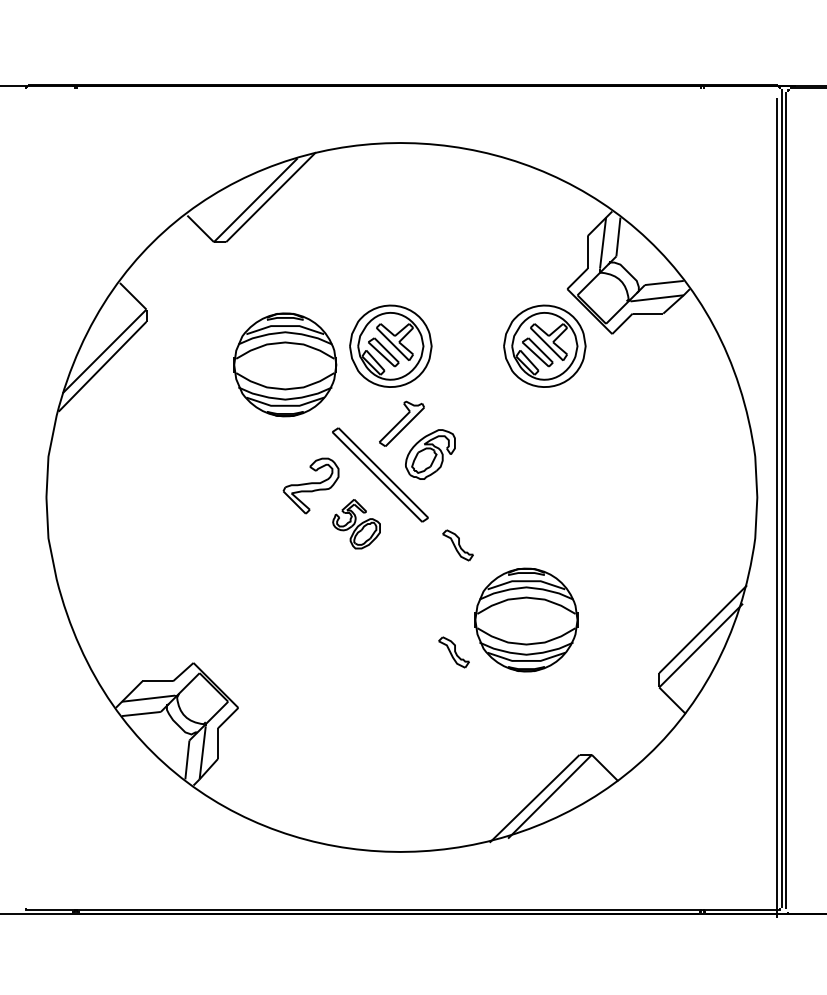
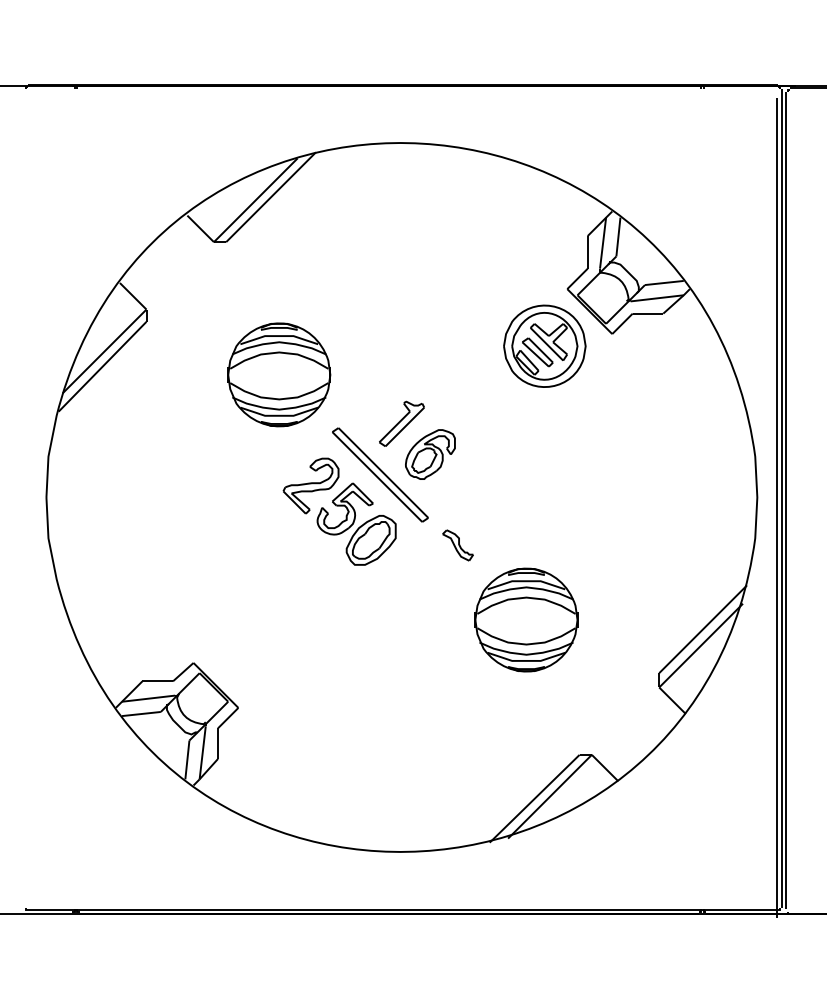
part at (390, 345): present -> none
part at (285, 364) position: (285, 364) -> (279, 374)
part at (356, 524) size: 49x51 px -> 81x84 px
part at (453, 652): present -> none
